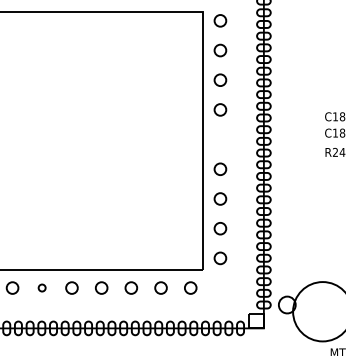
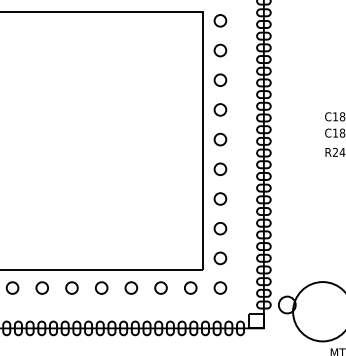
circle at (220, 139): none -> present
circle at (41, 287) size: 10x10 px -> 14x14 px
circle at (220, 287): none -> present
